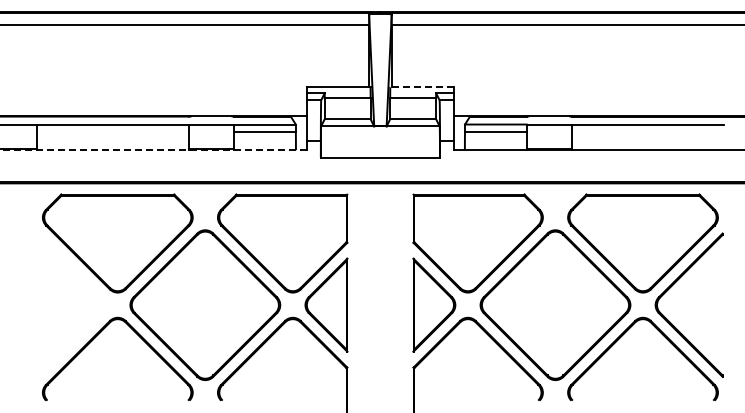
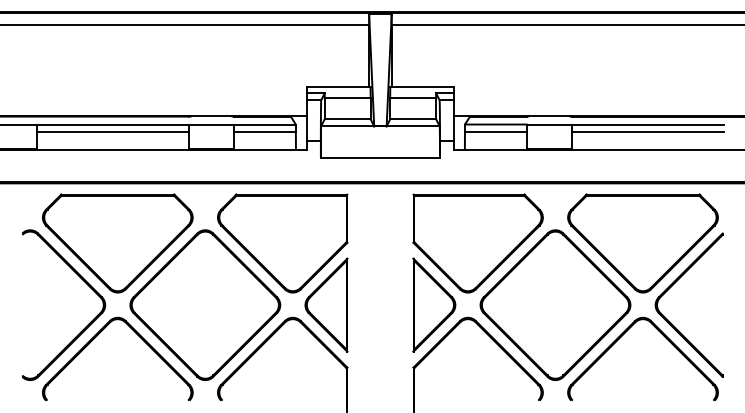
line at (421, 87): dashed -> solid
line at (113, 132): none -> present
line at (647, 132): none -> present
line at (153, 150): dashed -> solid
part at (85, 283): none -> present
